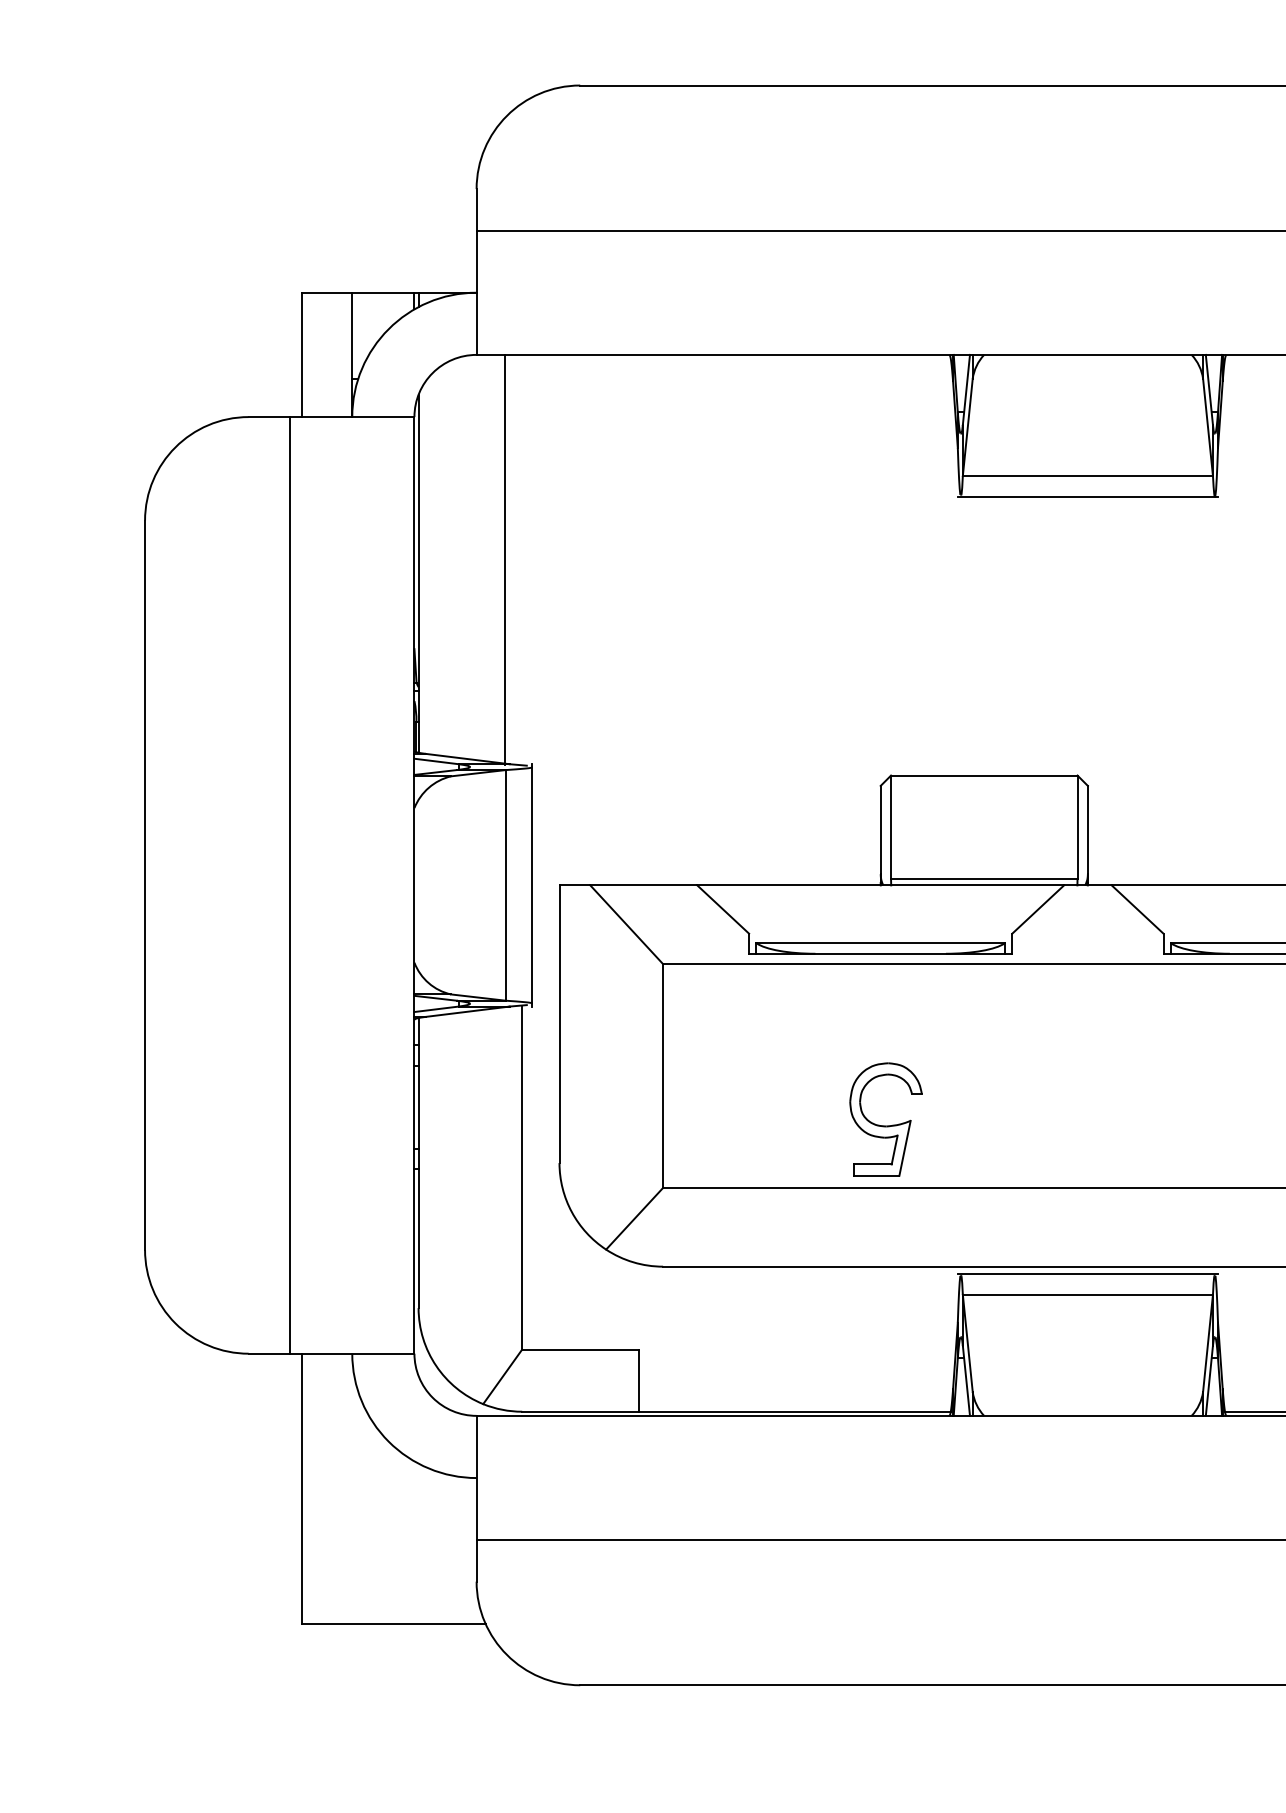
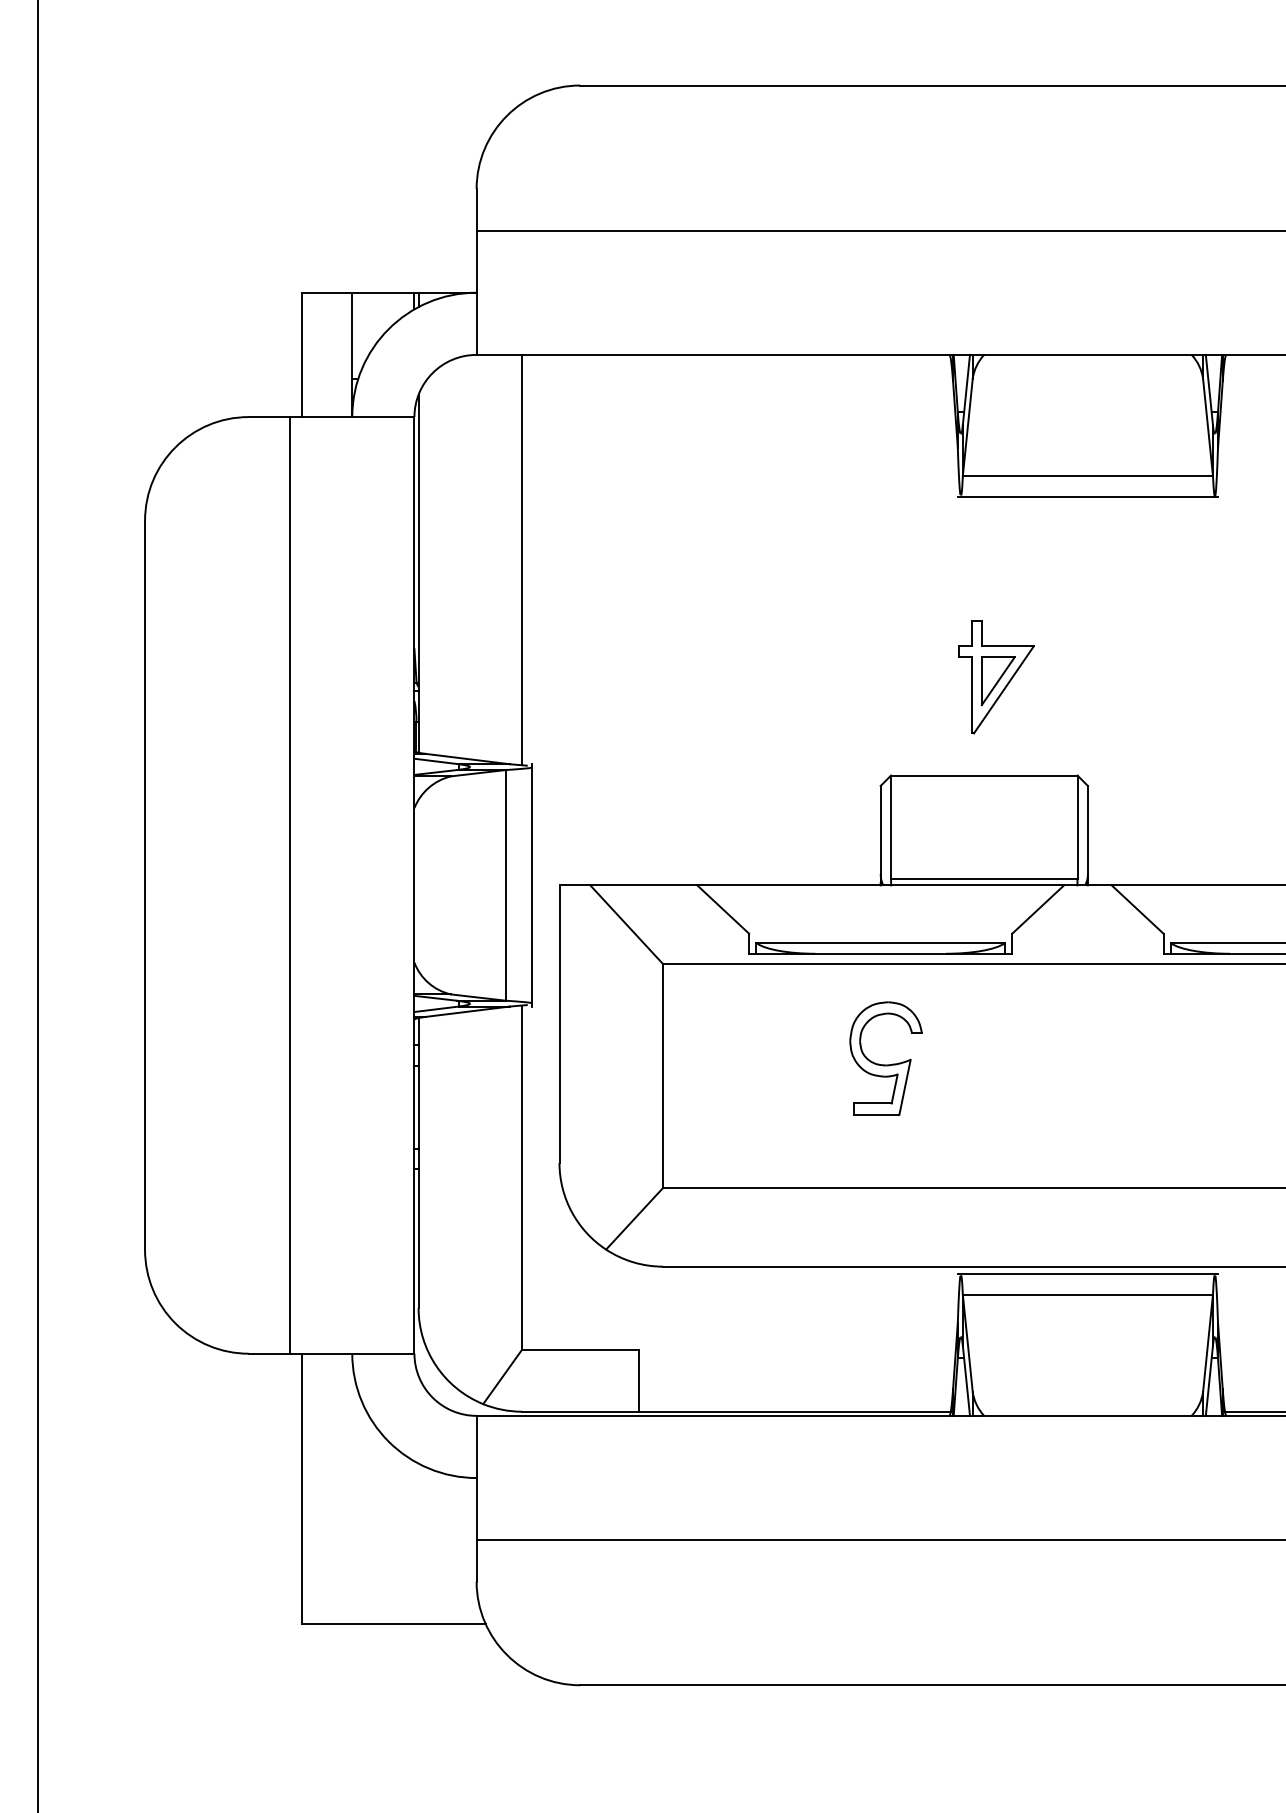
line at (505, 559) position: (505, 559) -> (522, 559)
part at (996, 677): none -> present
line at (38, 905): none -> present
part at (885, 1119) position: (885, 1119) -> (885, 1058)
